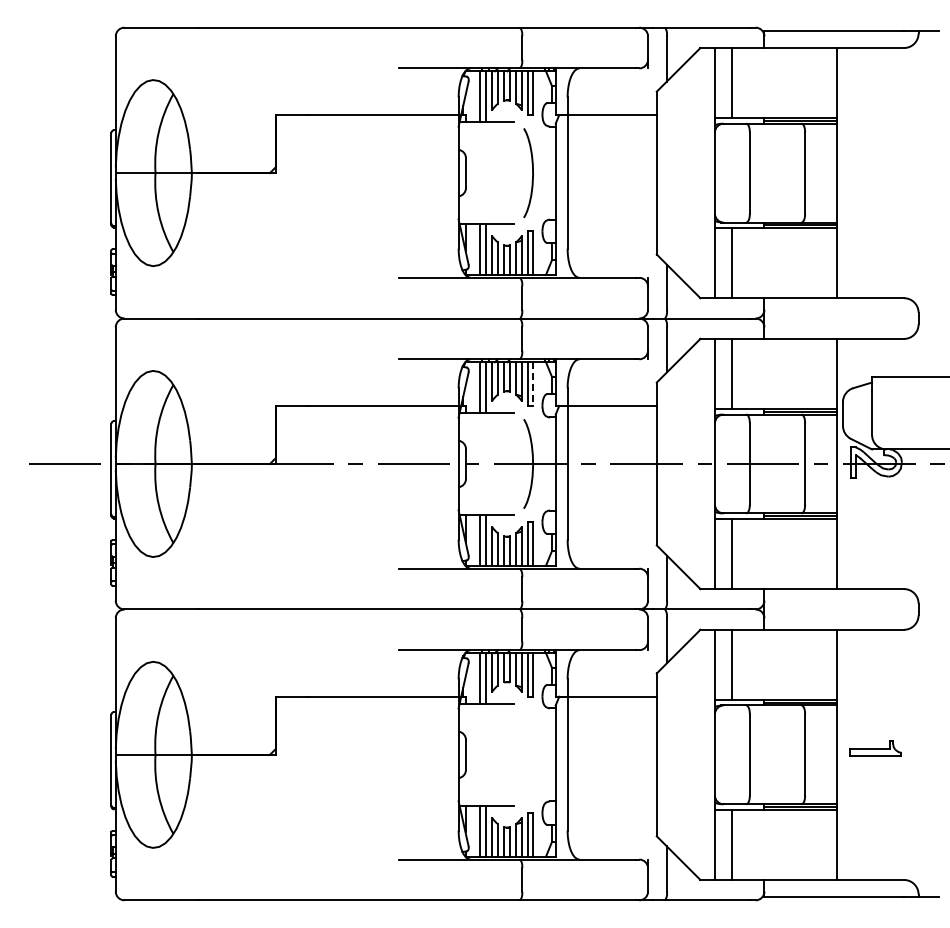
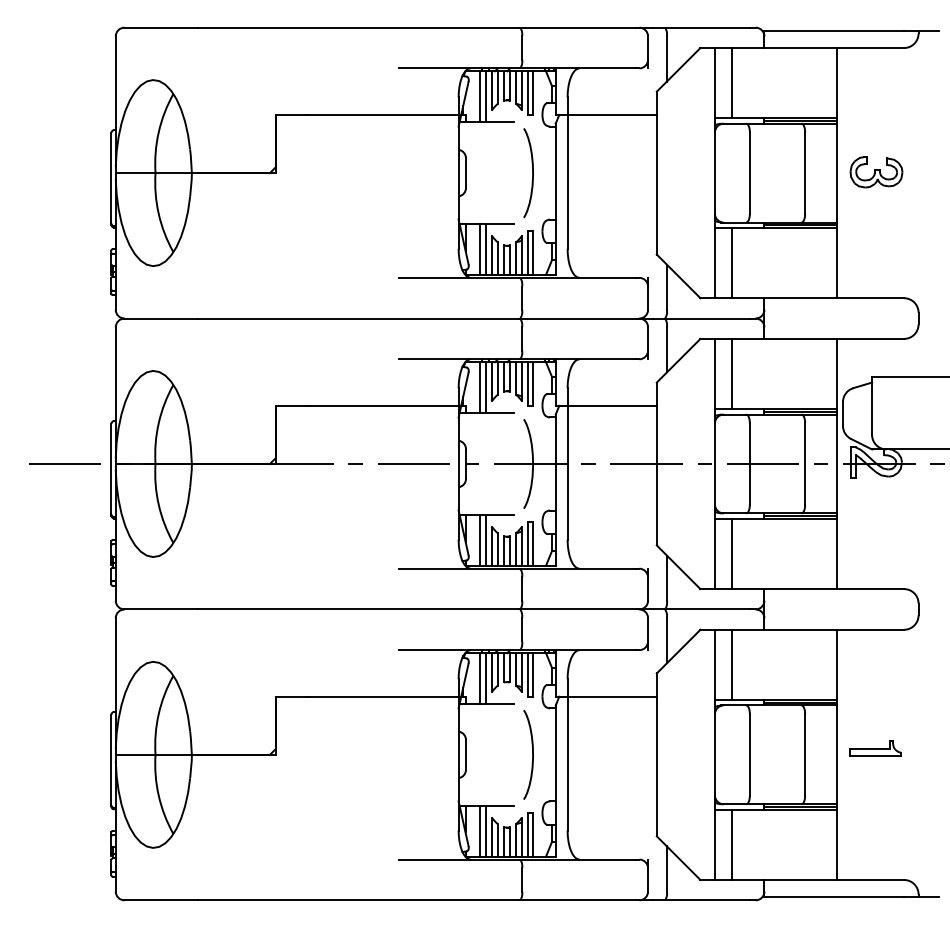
part at (876, 172): none -> present
line at (533, 384): dashed -> solid
curve at (532, 754): none -> present
